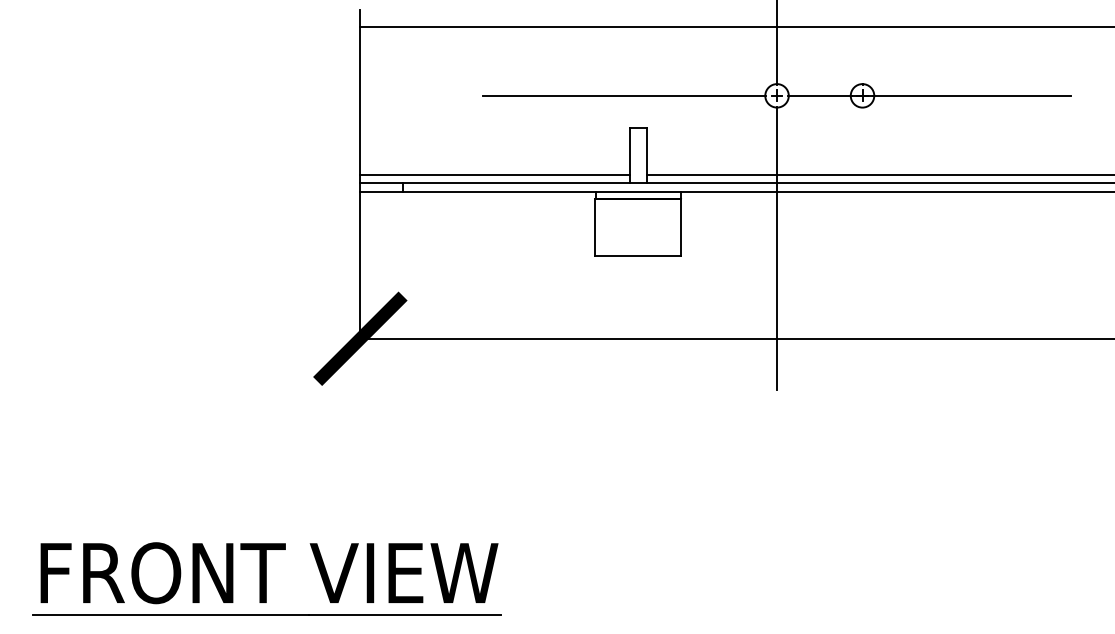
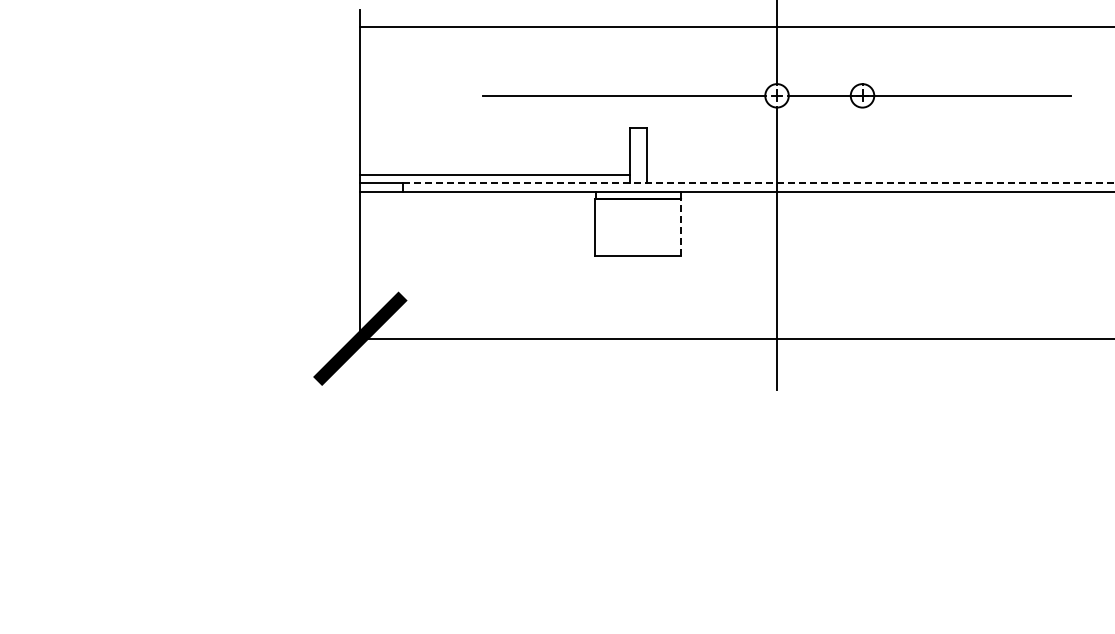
line at (878, 174): present -> none
line at (758, 183): solid -> dashed
line at (680, 227): solid -> dashed
part at (266, 578): present -> none
